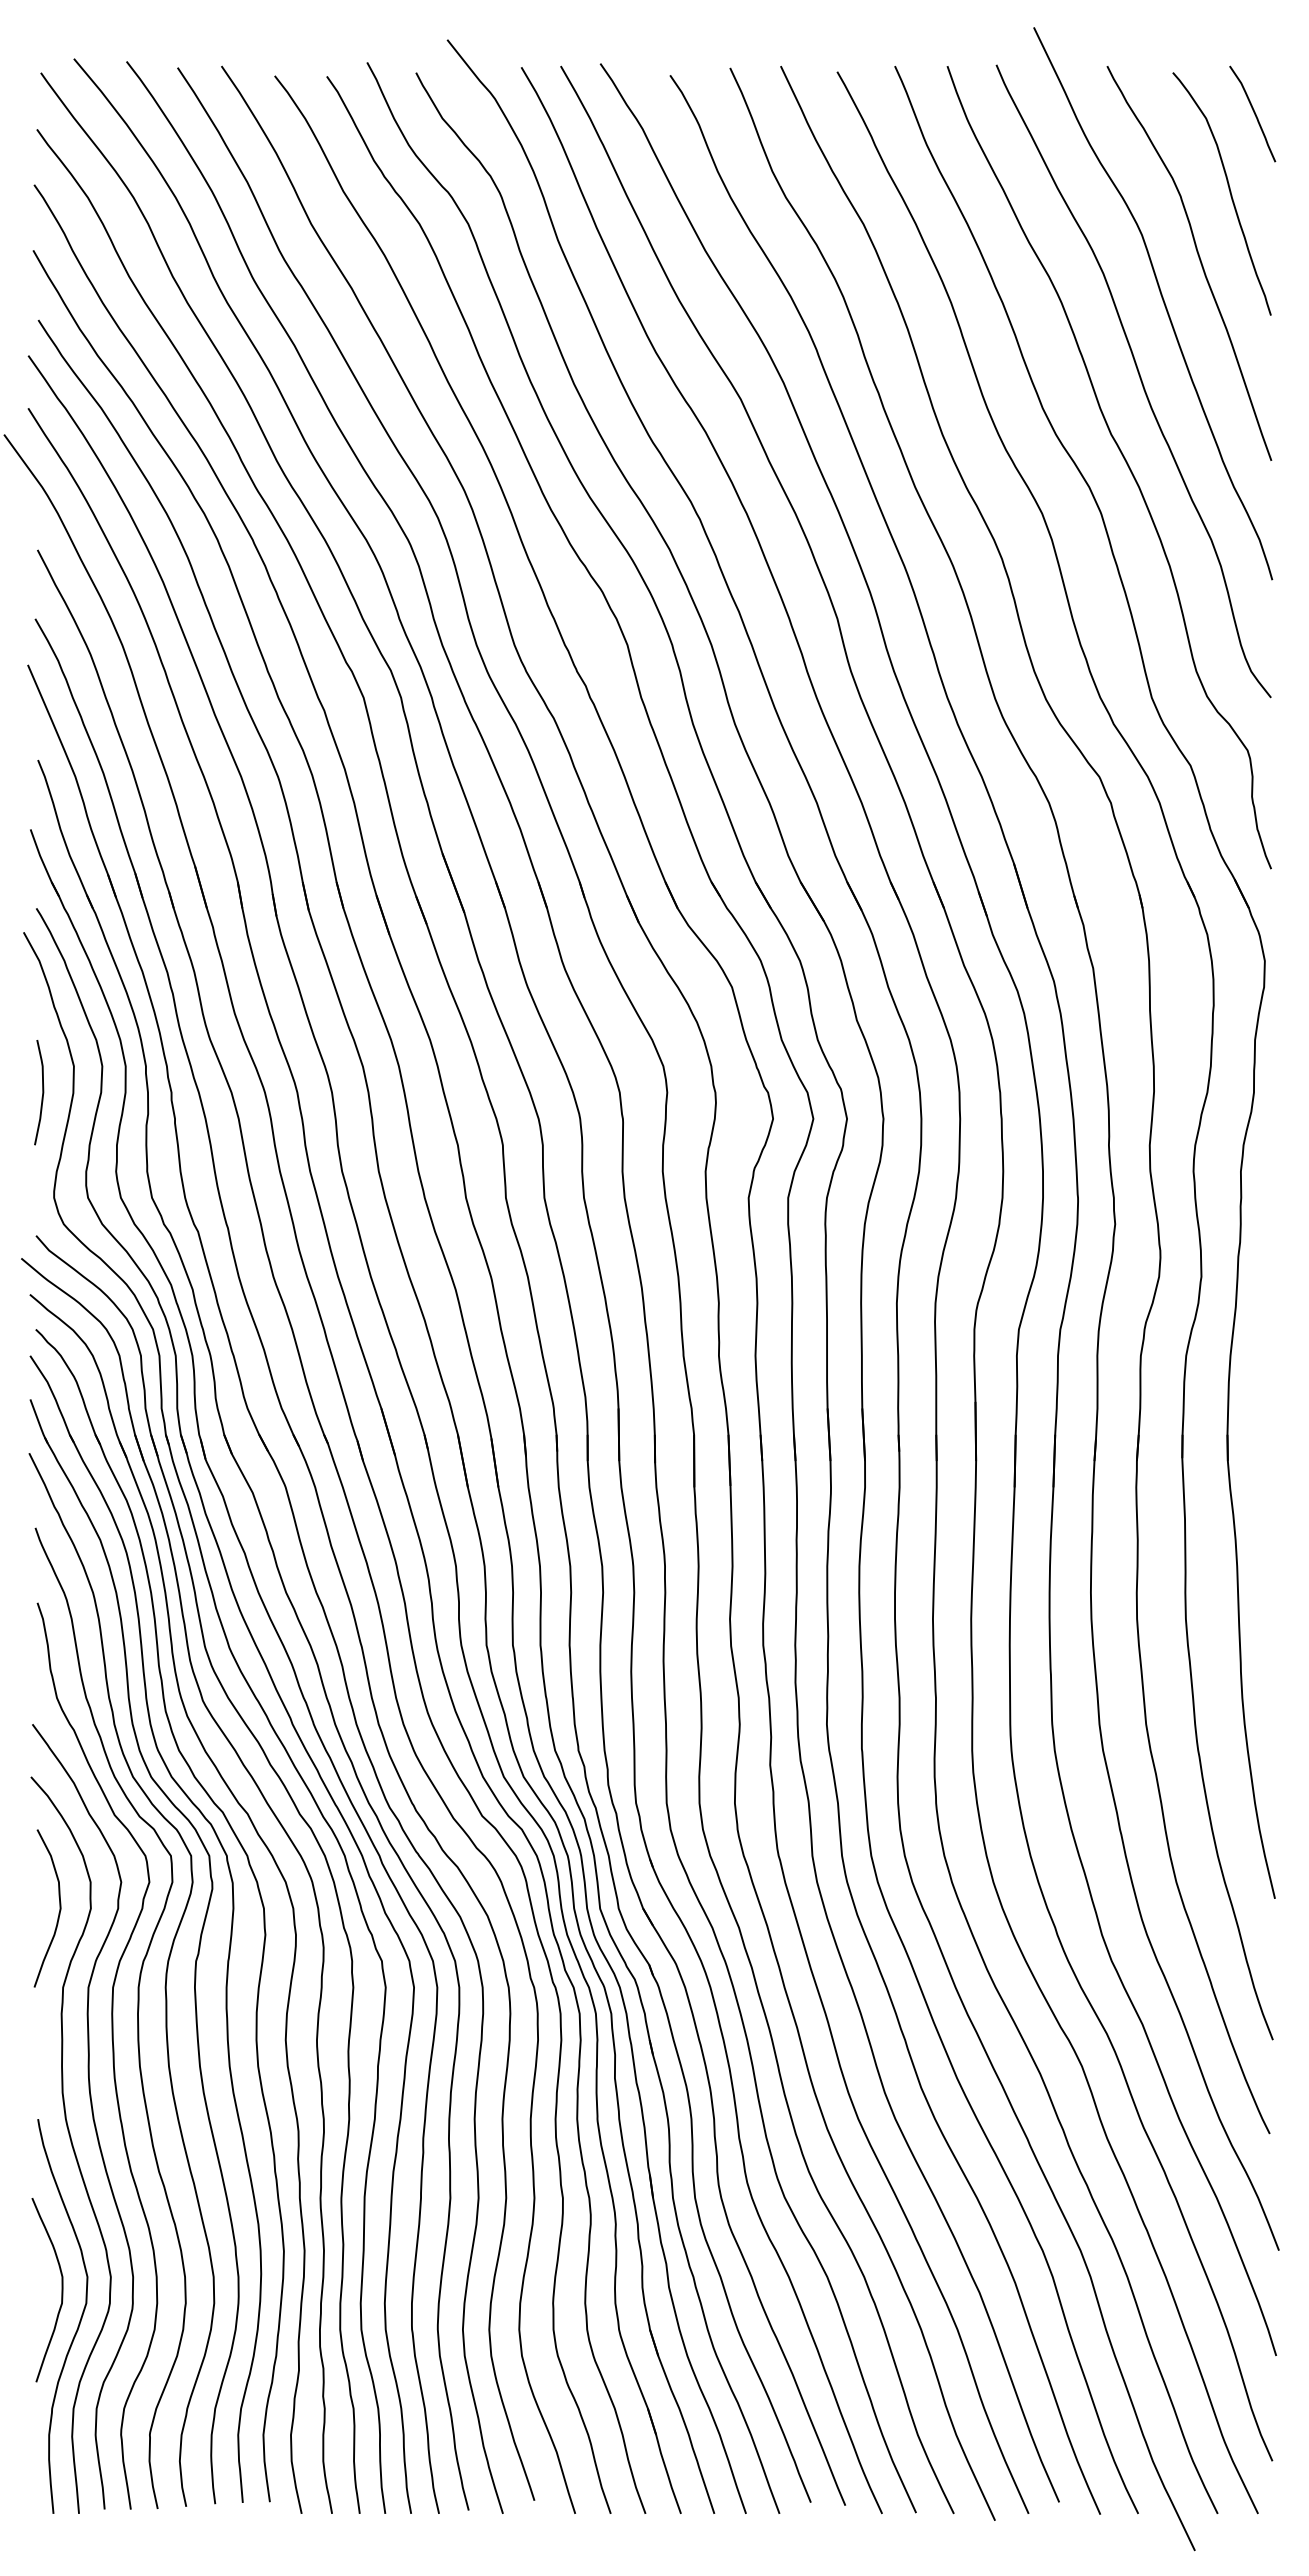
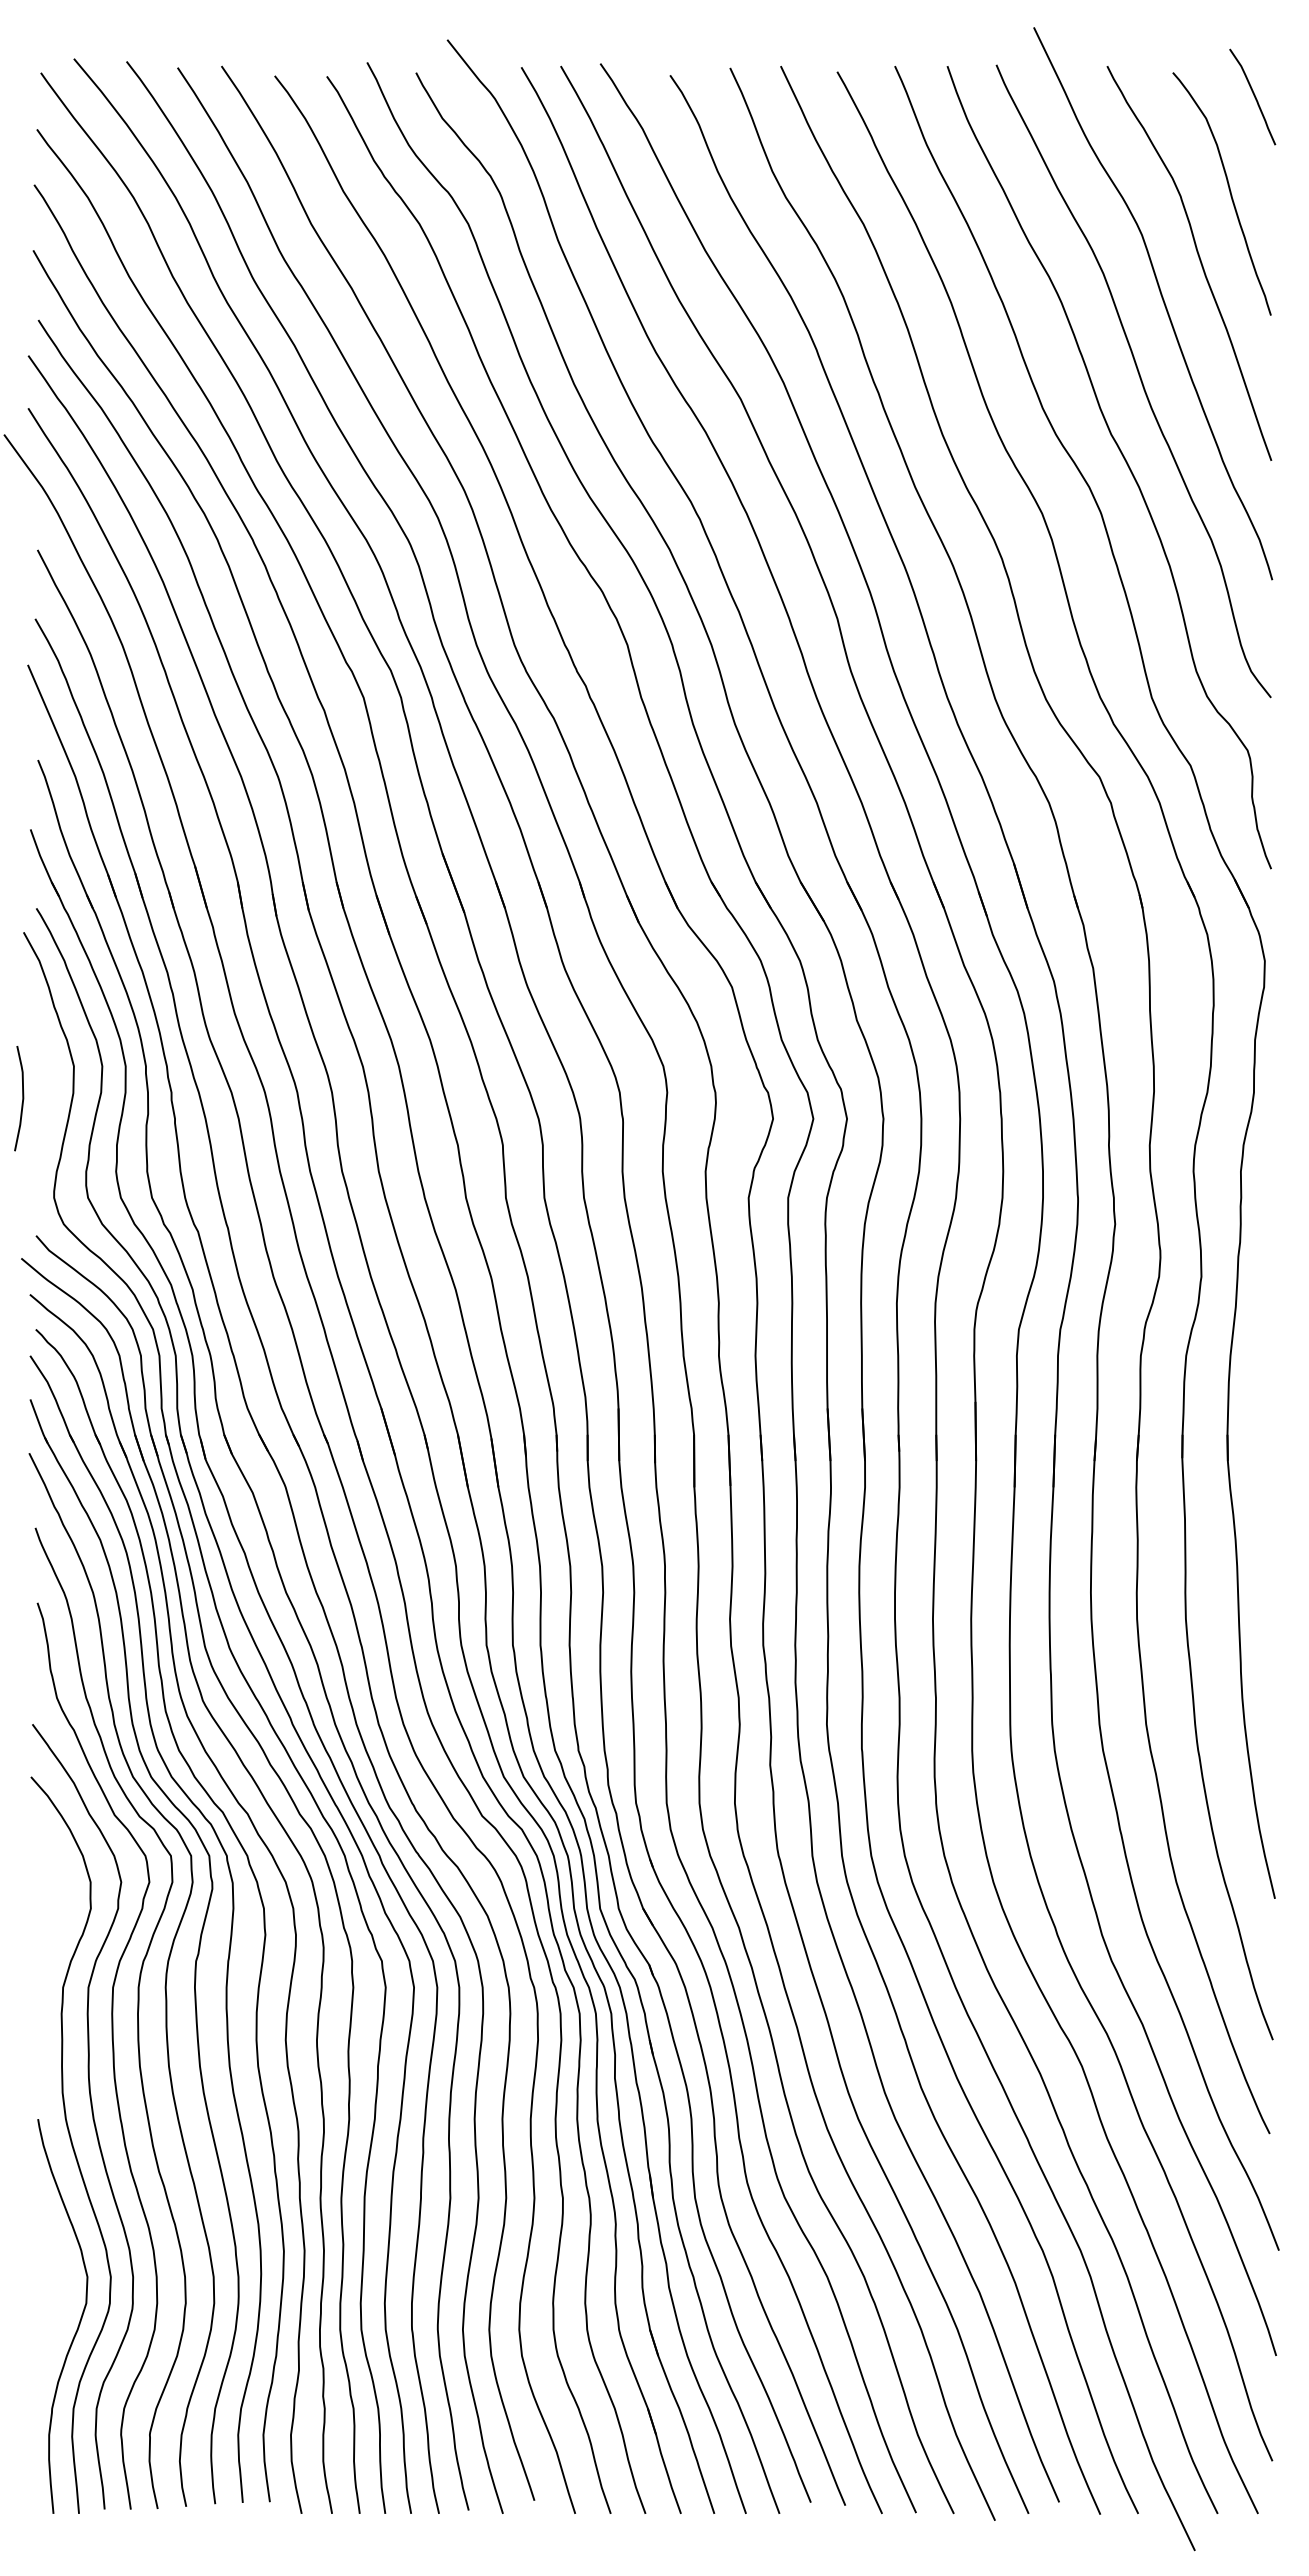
curve at (1253, 112) position: (1253, 112) -> (1253, 95)
curve at (42, 1092) position: (42, 1092) -> (22, 1098)
curve at (58, 1912): present -> none
curve at (61, 2290): present -> none
